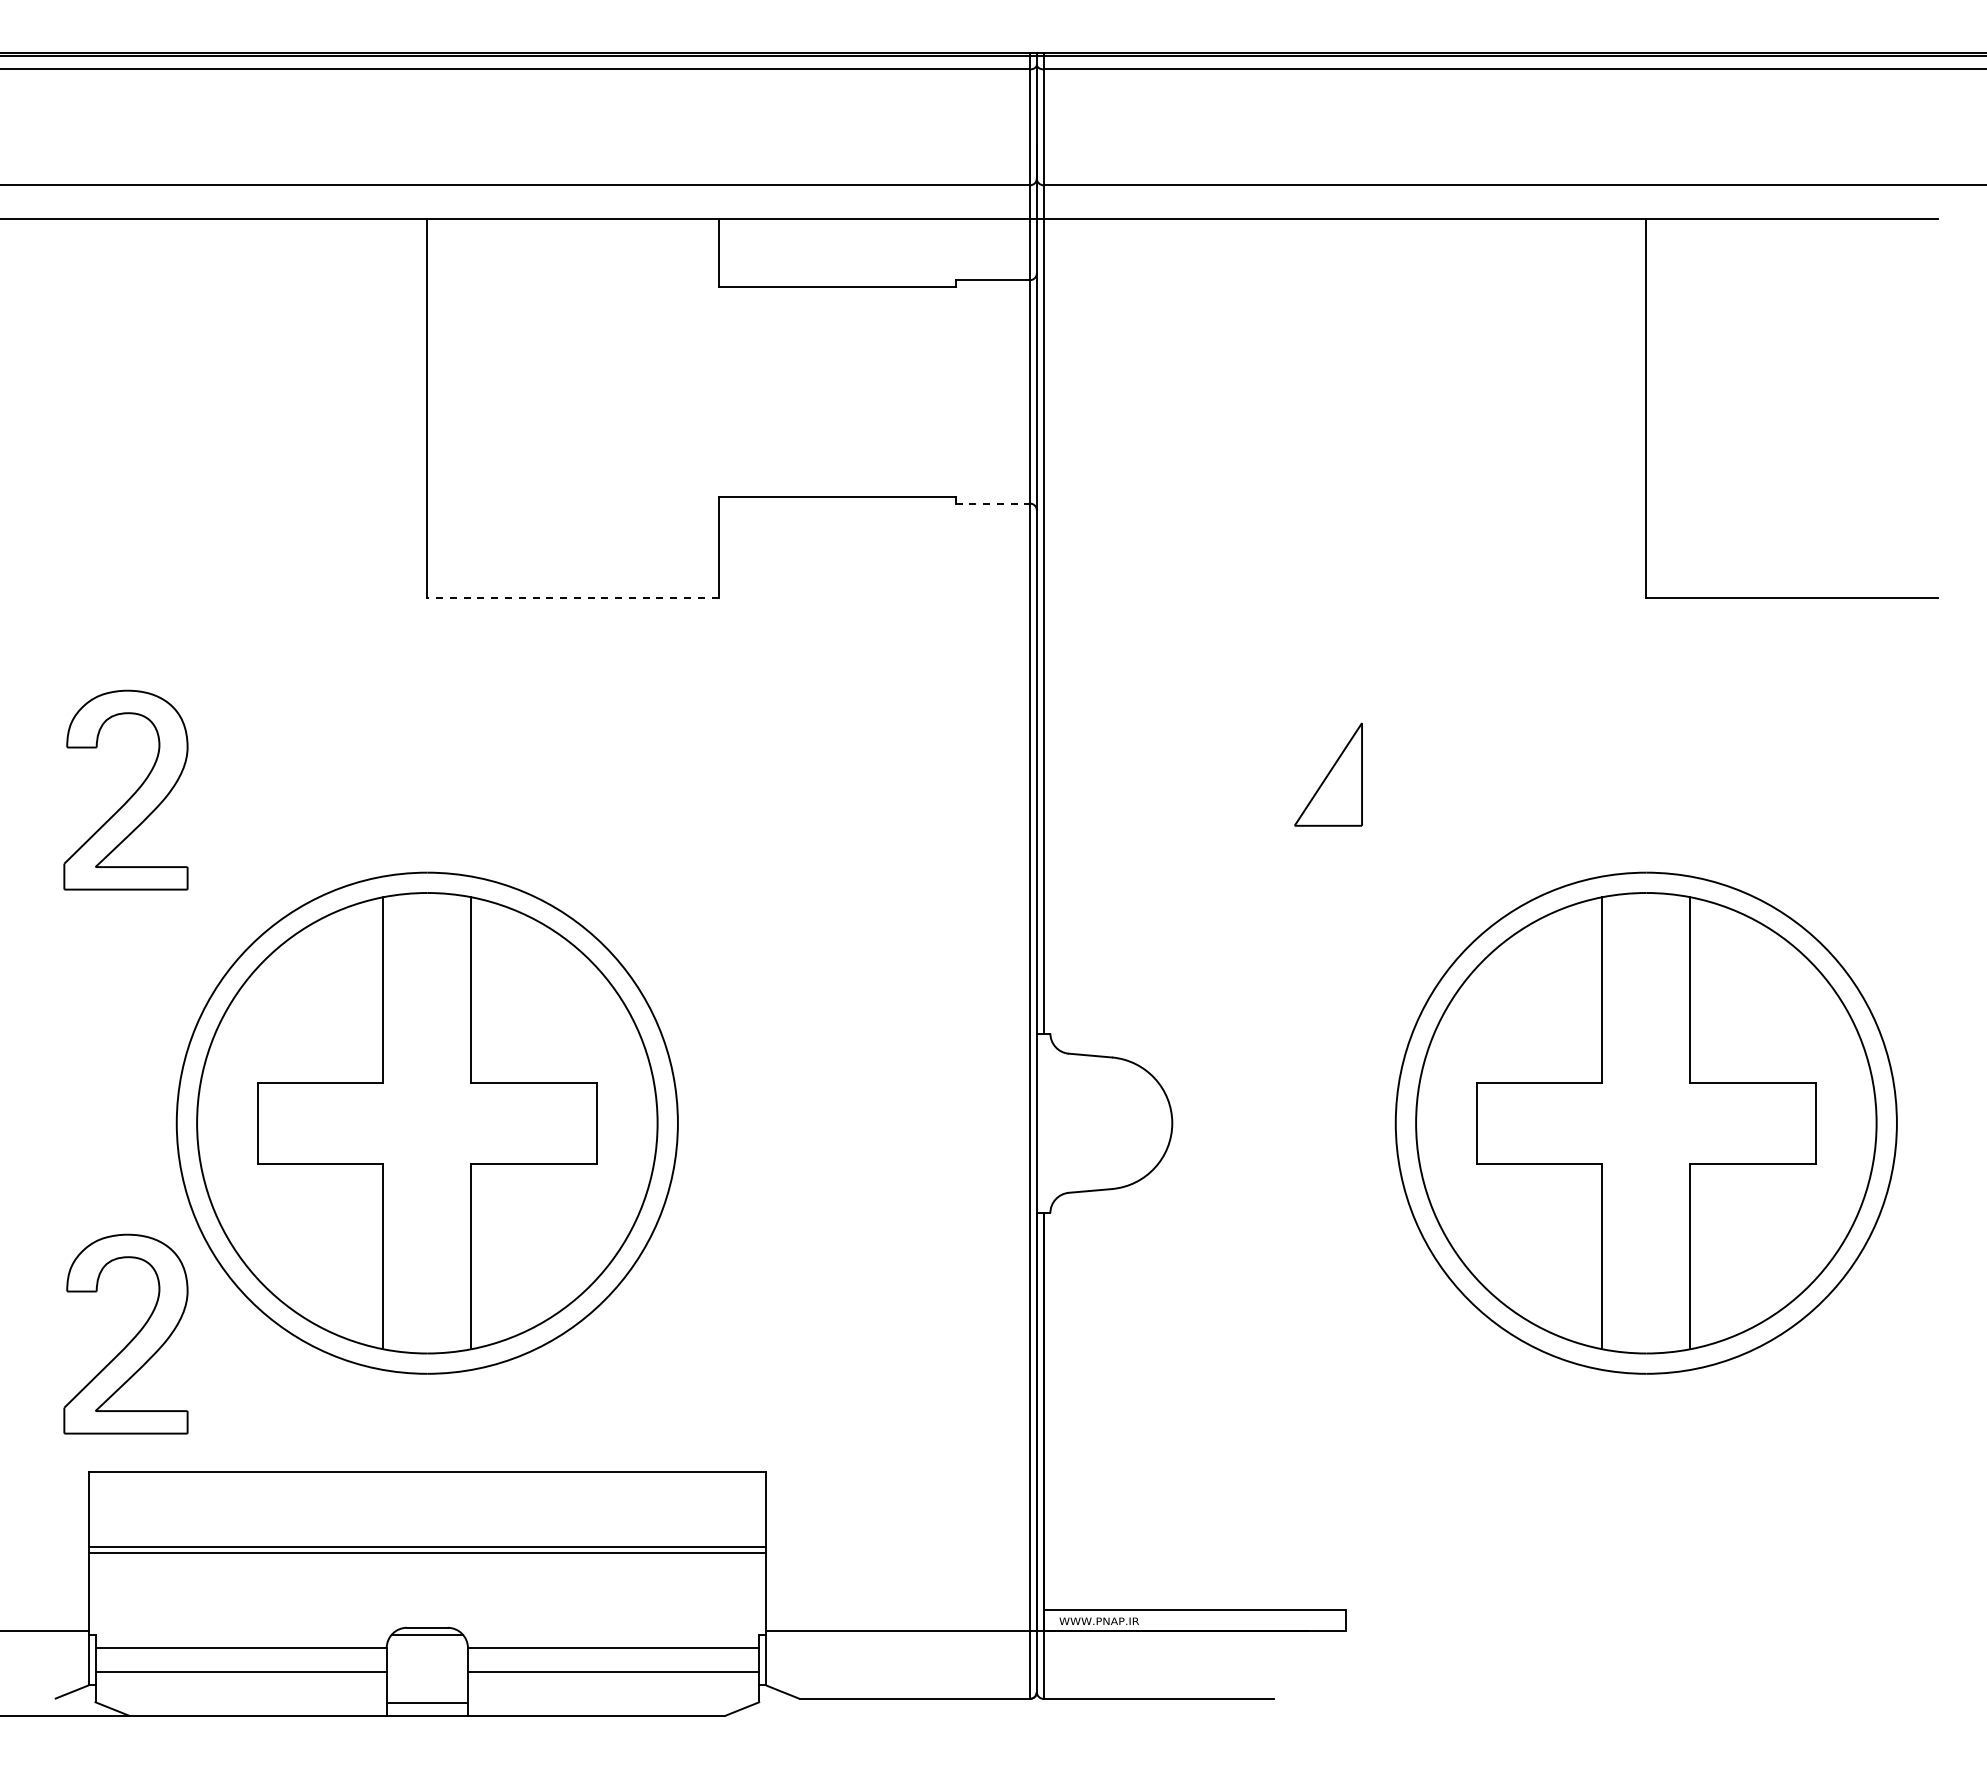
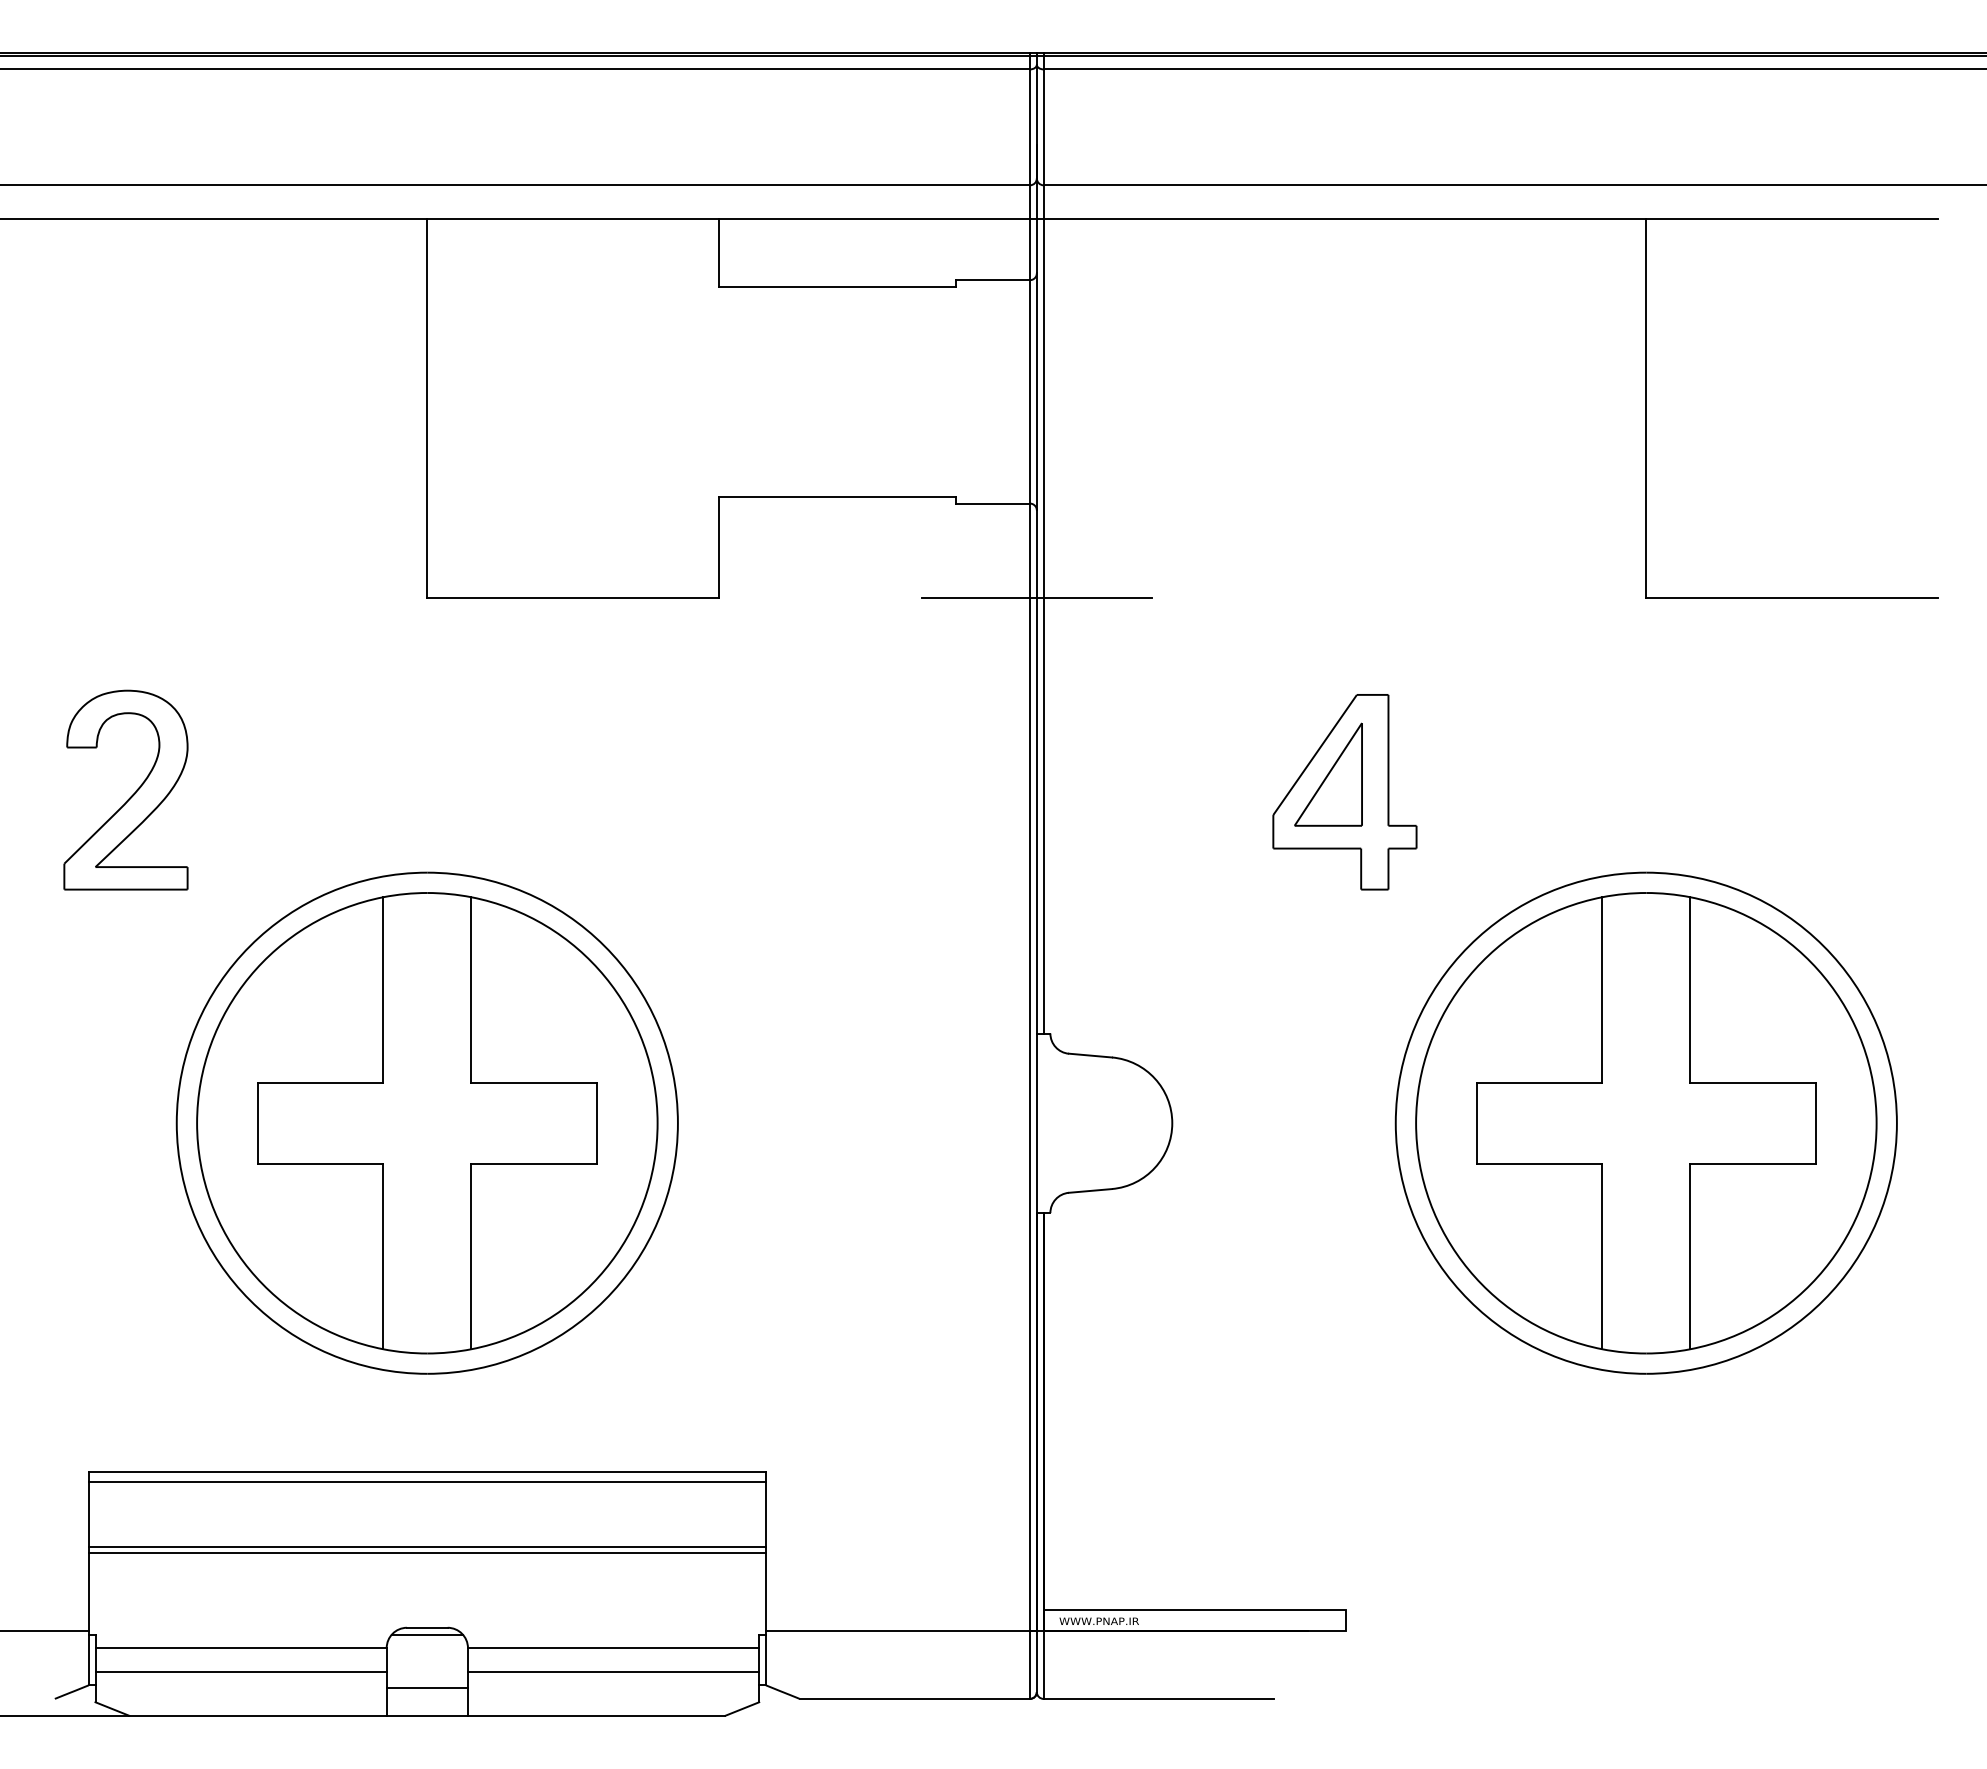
line at (993, 503): dashed -> solid
line at (572, 598): dashed -> solid
line at (1036, 598): none -> present
part at (1344, 792): none -> present
part at (131, 1339): present -> none
line at (426, 1482): none -> present
line at (426, 1702) position: (426, 1702) -> (426, 1687)
